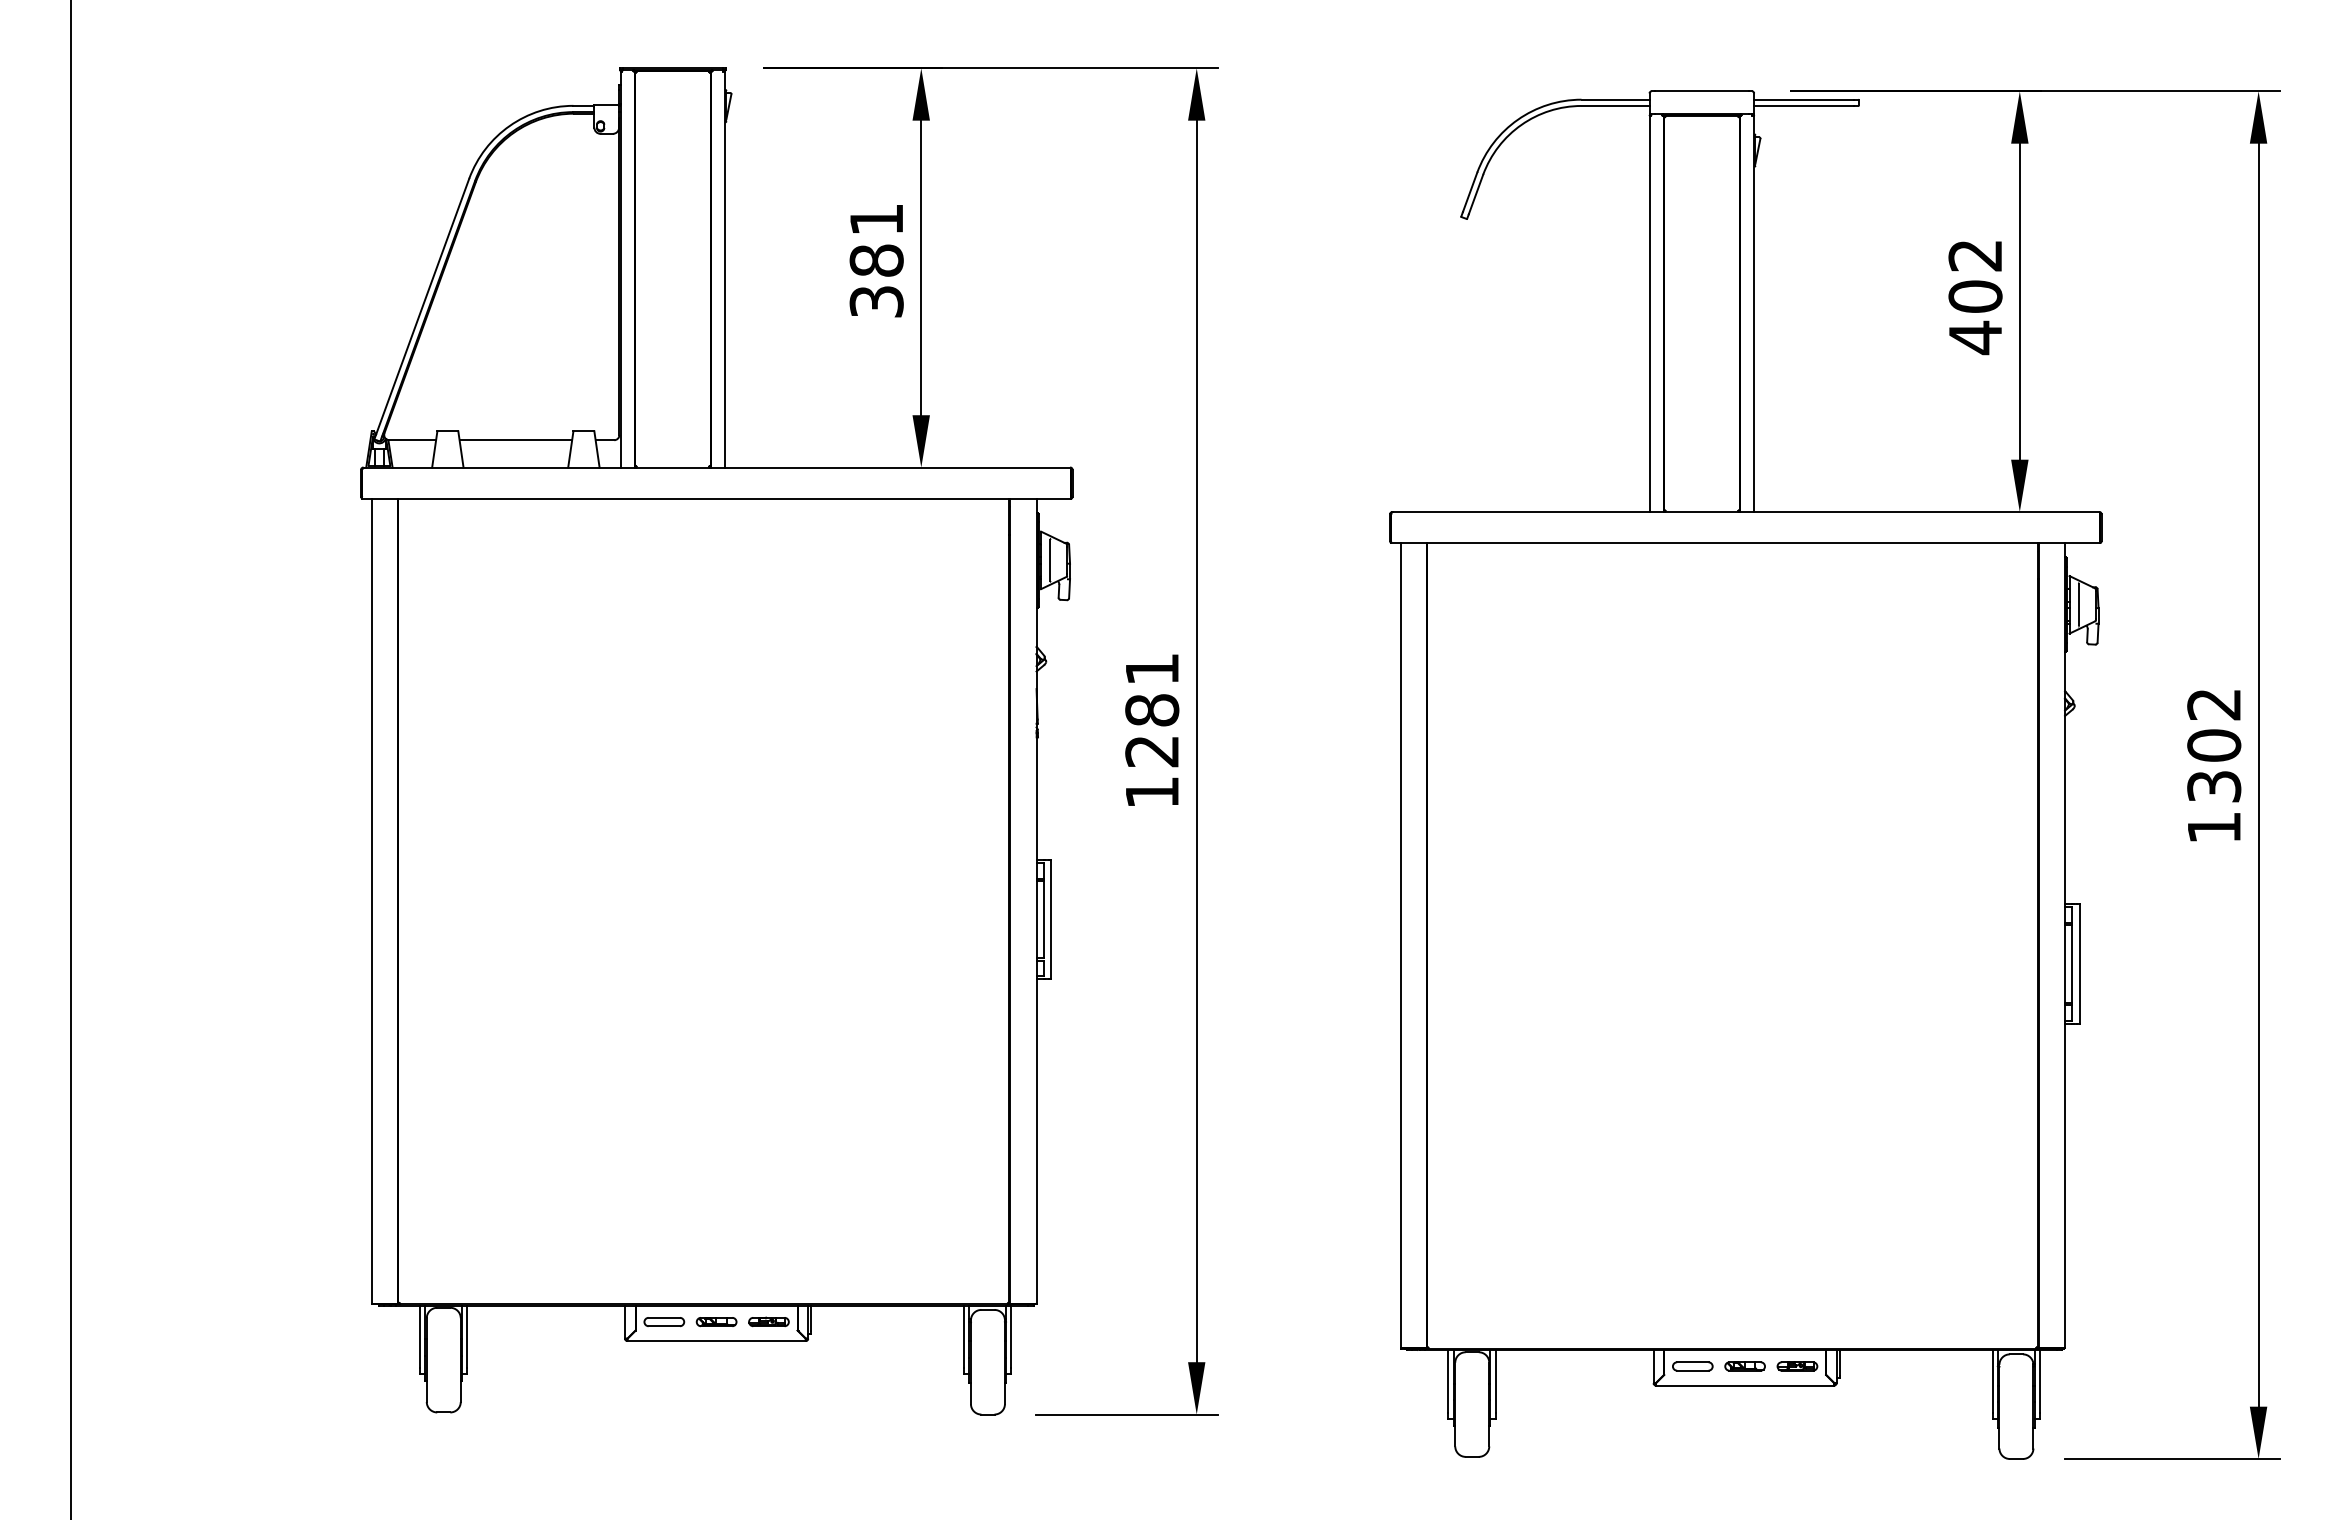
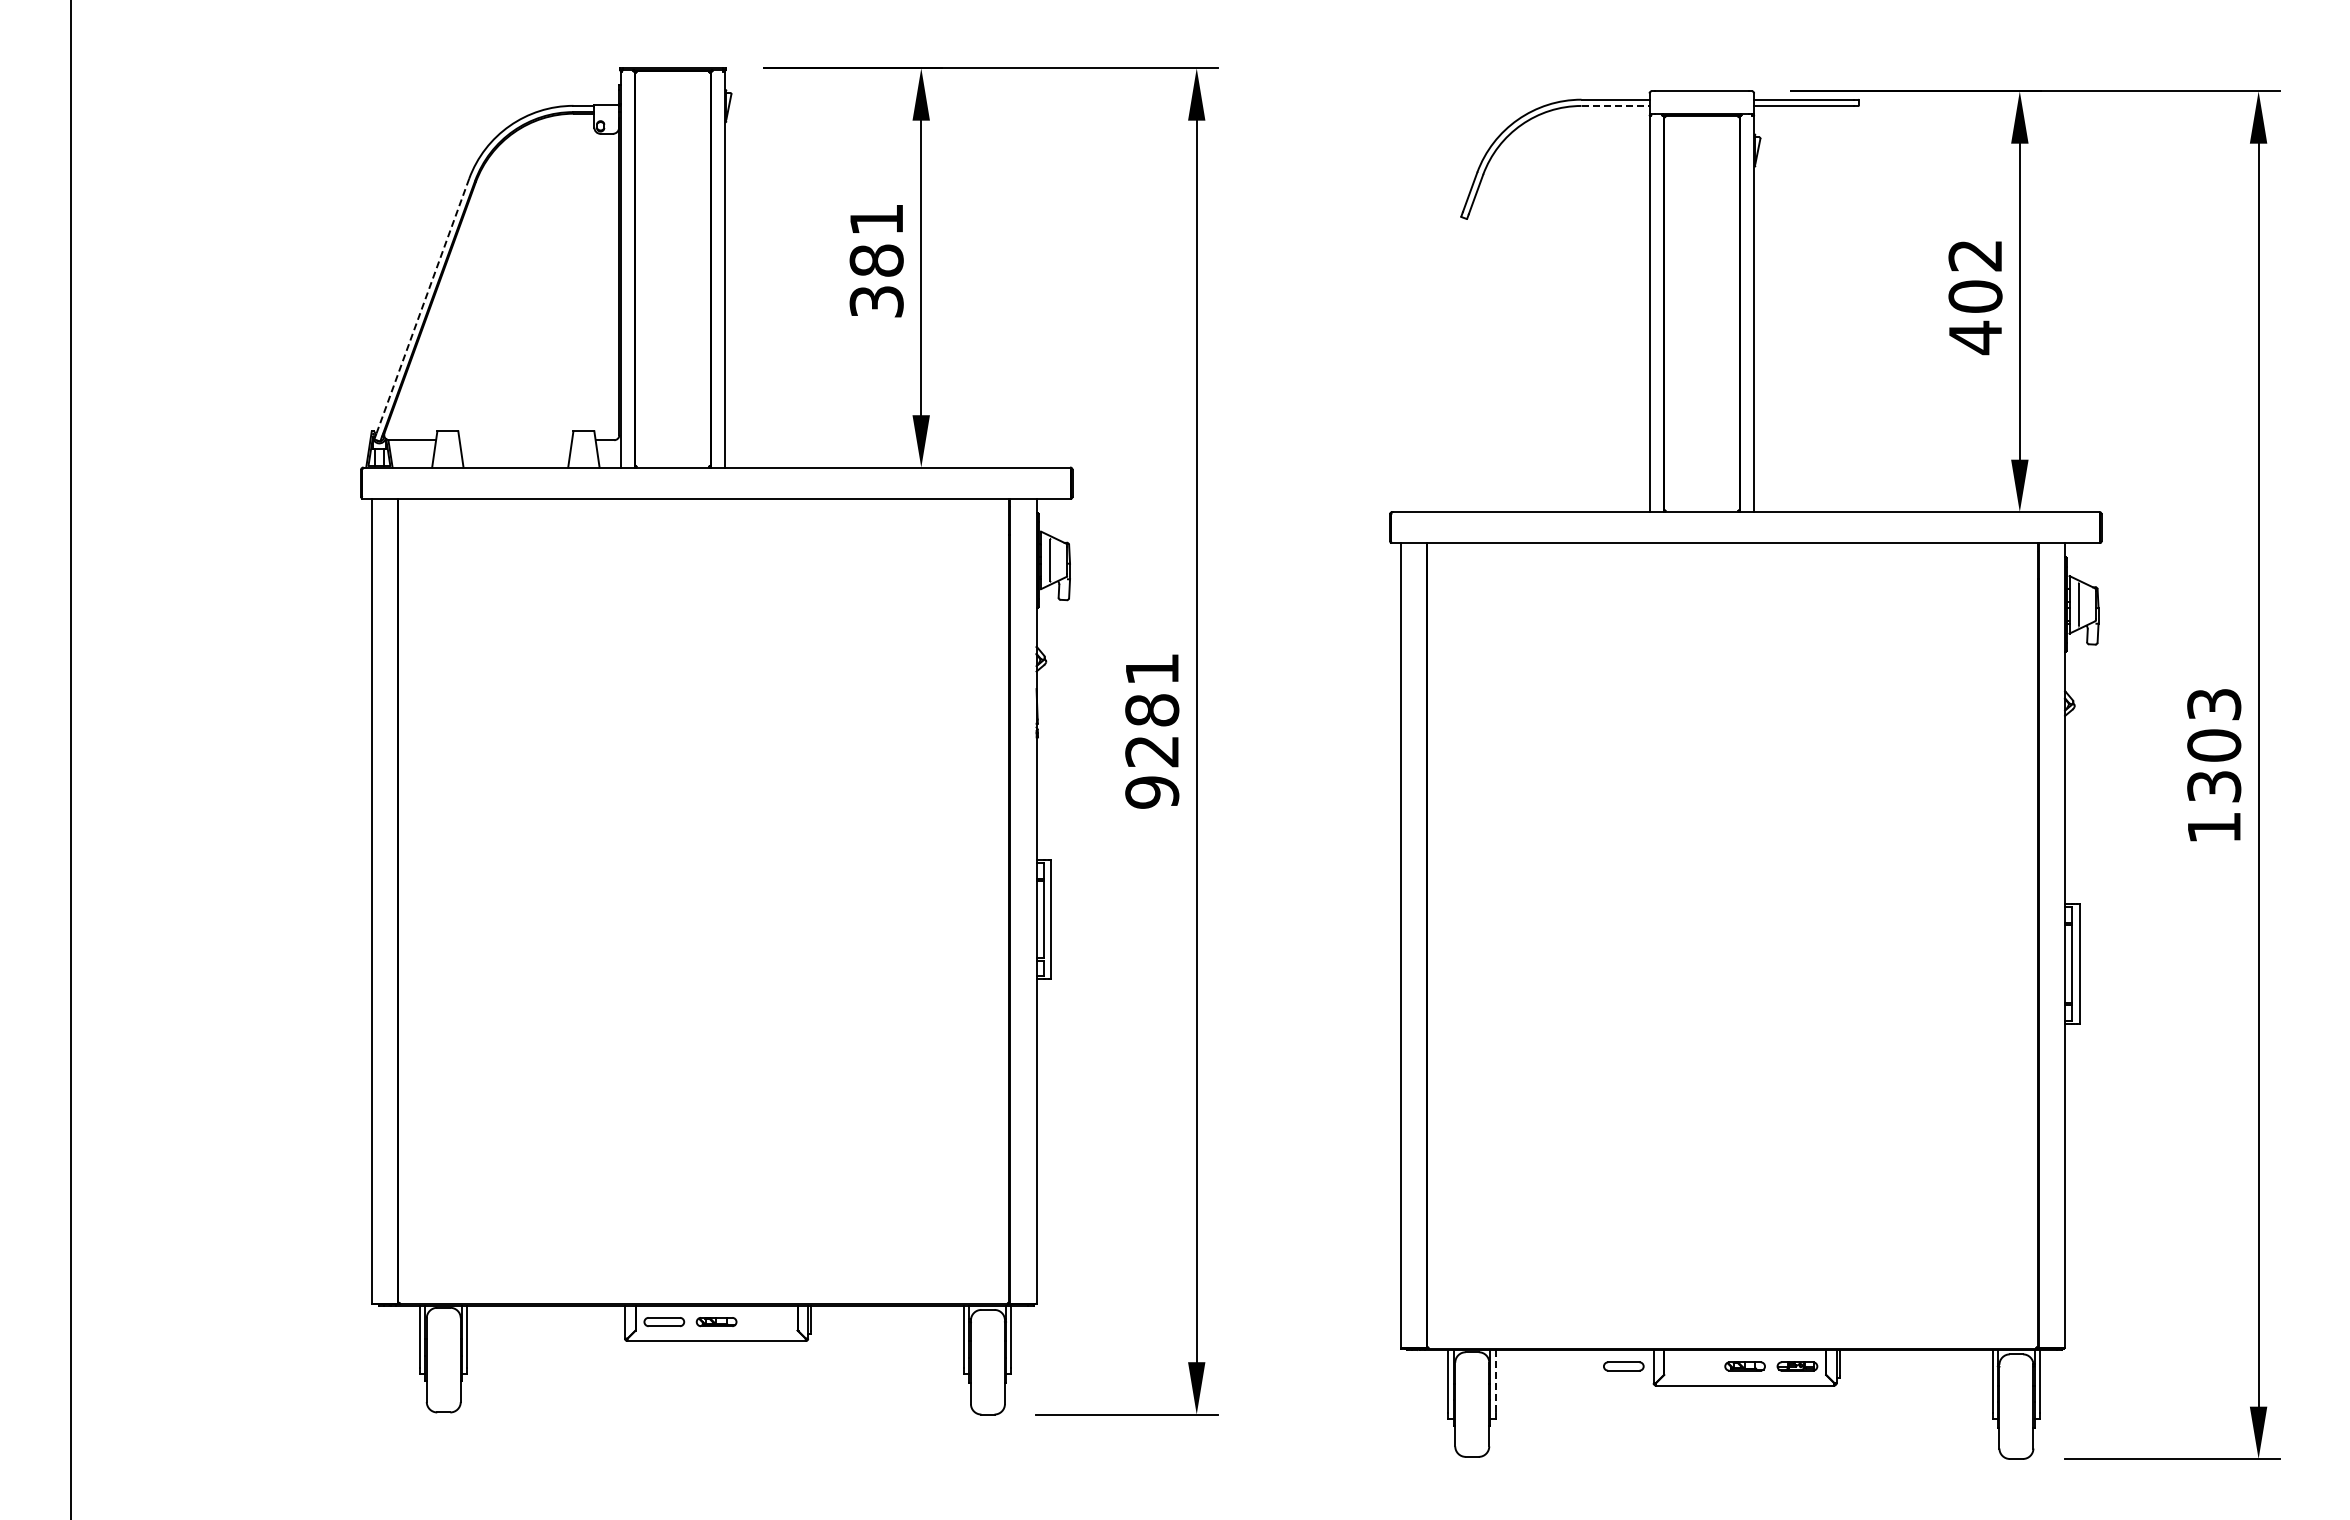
line at (1616, 105): solid -> dashed
line at (422, 307): solid -> dashed
line at (515, 440): present -> none
text at (2214, 704): 1302 -> 1303
text at (1152, 792): 1281 -> 9281
part at (768, 1321): present -> none
part at (1692, 1366) position: (1692, 1366) -> (1623, 1366)
line at (1495, 1382): solid -> dashed
